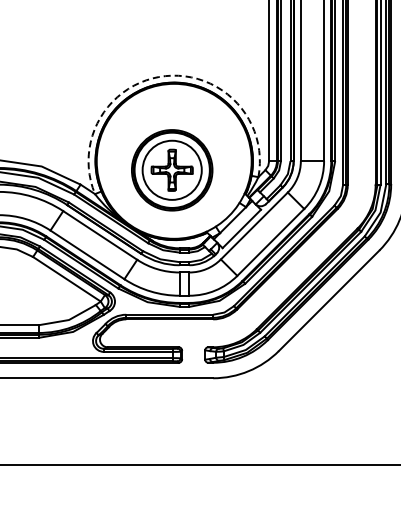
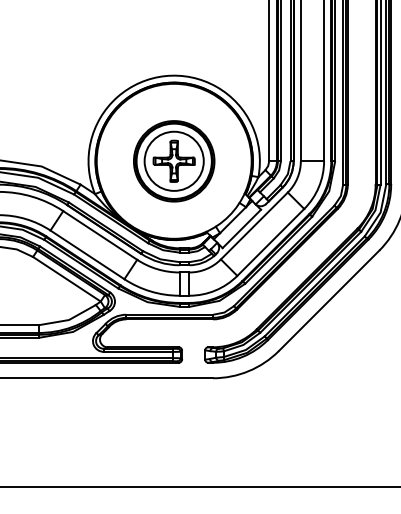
arc at (165, 76): dashed -> solid
part at (172, 170) position: (172, 170) -> (174, 161)
line at (199, 464) position: (199, 464) -> (199, 486)
